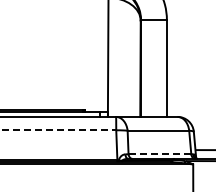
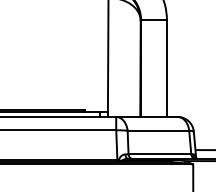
line at (58, 130): dashed -> solid
line at (159, 154): dashed -> solid
